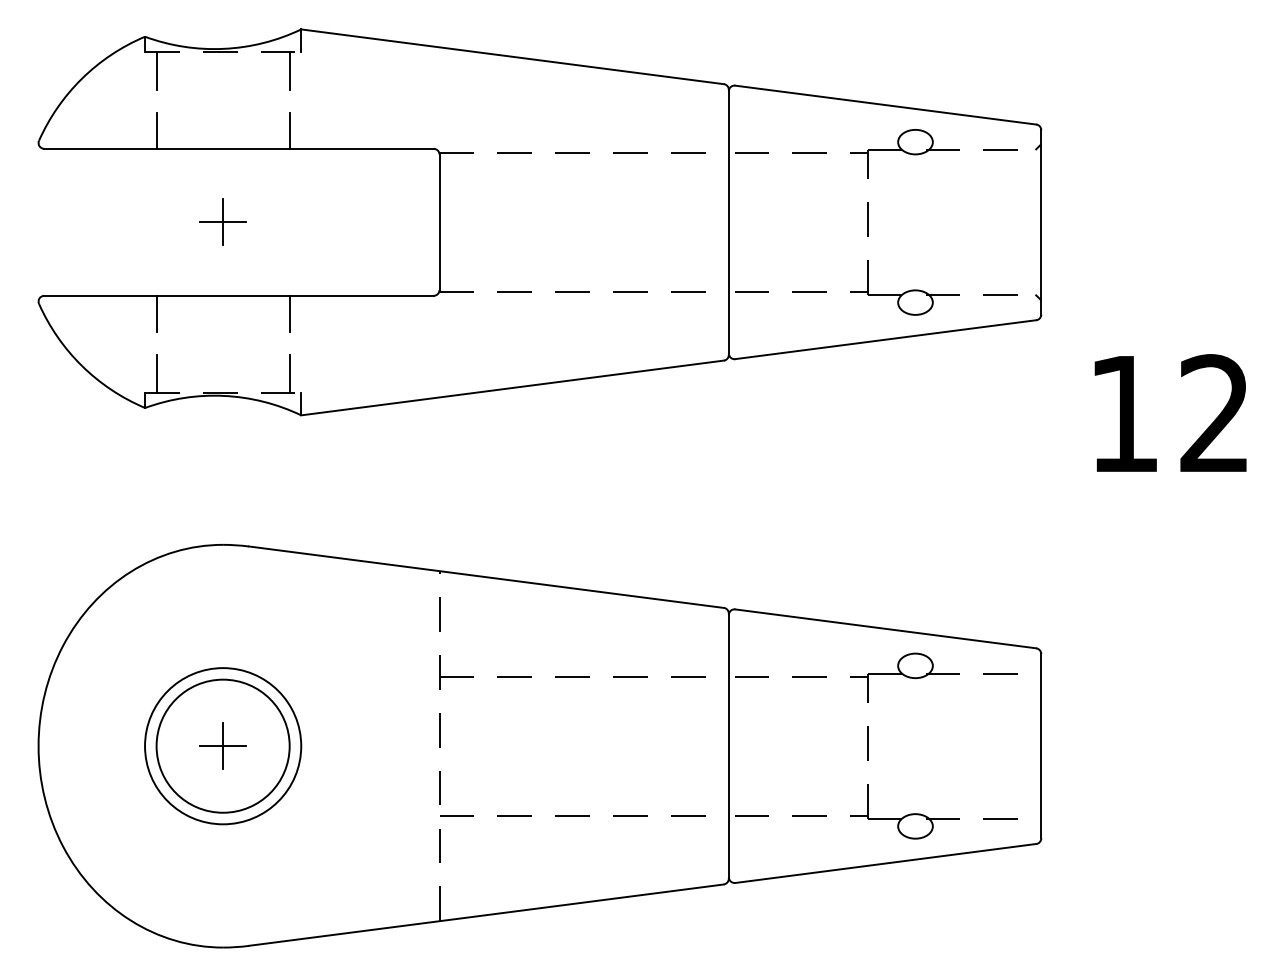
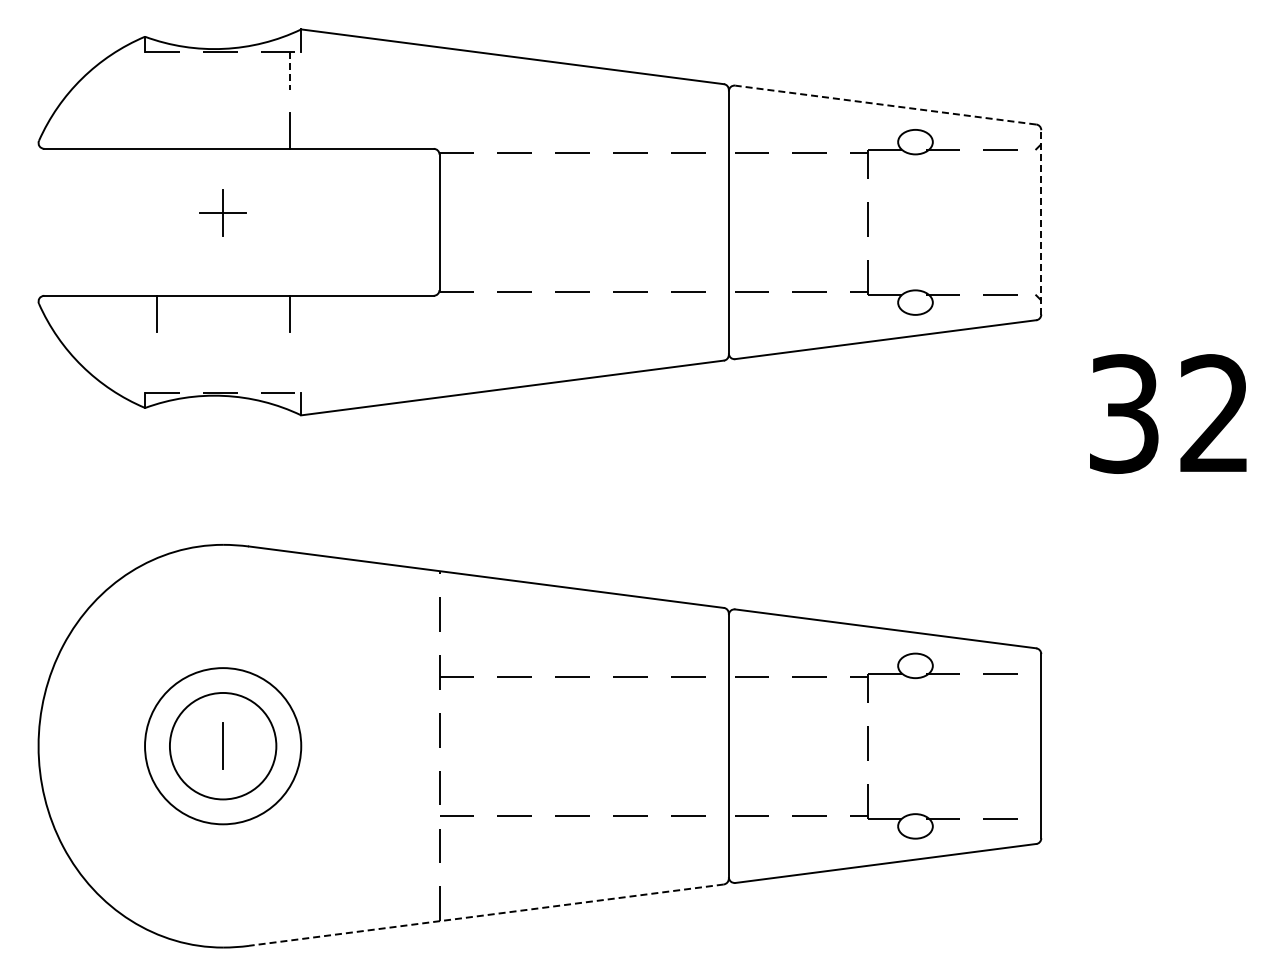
line at (156, 70): present -> none
line at (289, 71): solid -> dashed
line at (885, 105): solid -> dashed
line at (156, 130): present -> none
part at (222, 221) position: (222, 221) -> (222, 212)
line at (1041, 221): solid -> dashed
line at (156, 373): present -> none
line at (289, 373): present -> none
text at (1124, 413): 12 -> 32
circle at (222, 745) diameter: 133 px -> 106 px
line at (222, 746): present -> none
line at (485, 915): solid -> dashed
